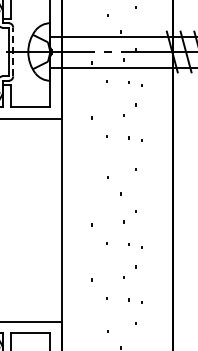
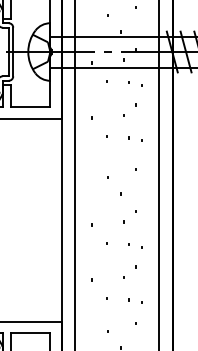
line at (13, 51): dashed -> solid
line at (75, 174): none -> present
line at (159, 174): none -> present
